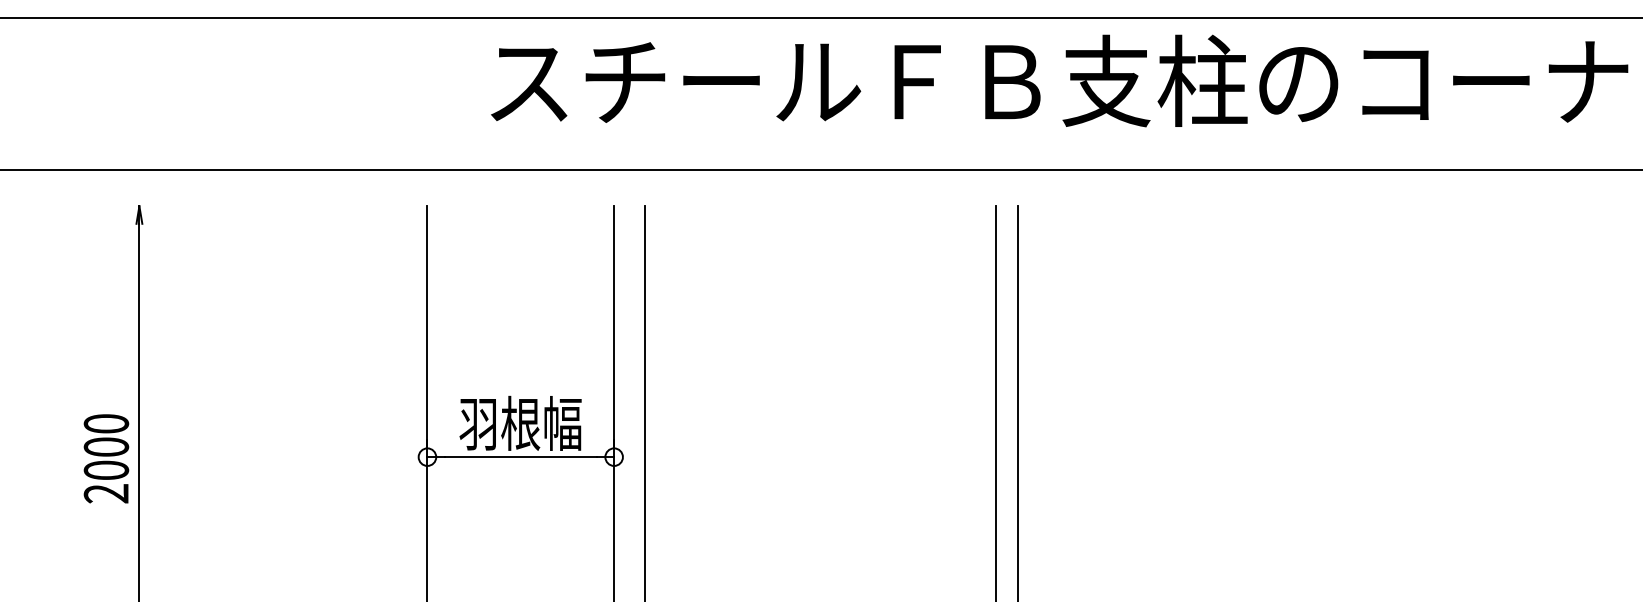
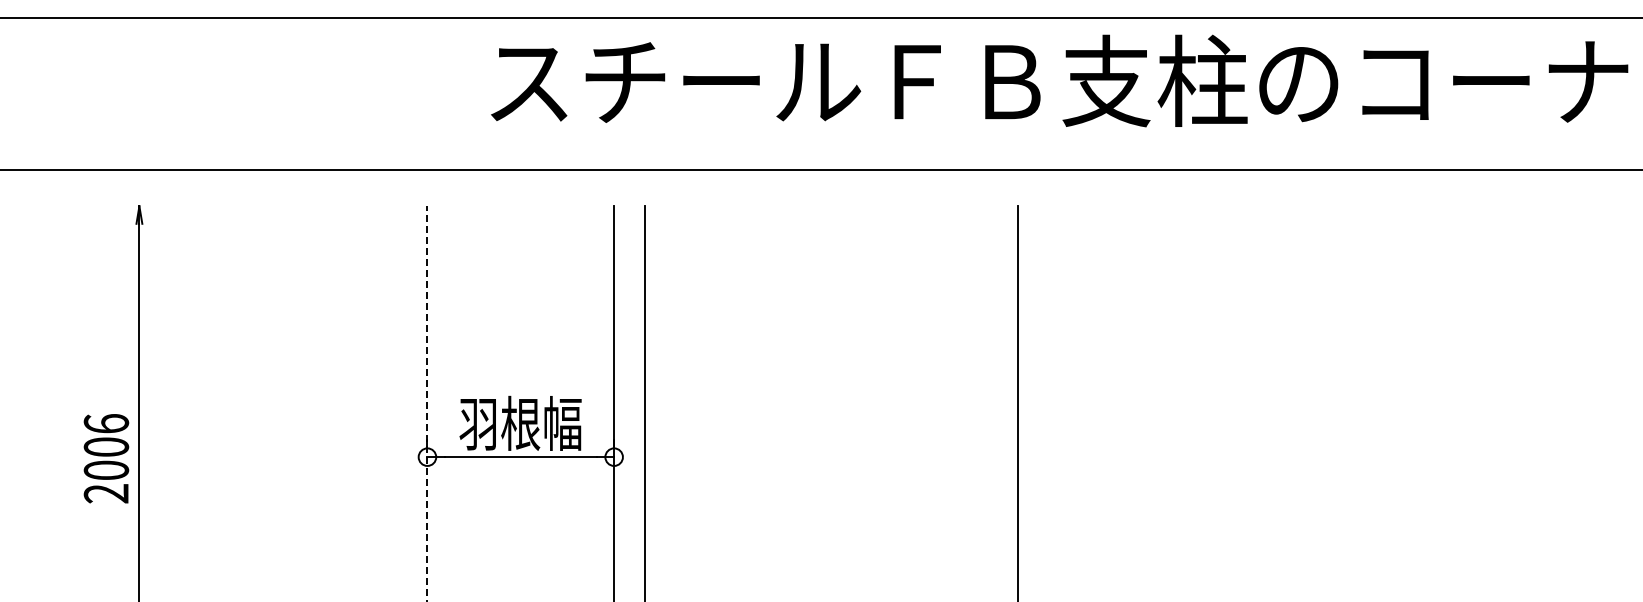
line at (996, 402): present -> none
line at (427, 404): solid -> dashed
text at (106, 423): 2000 -> 2006
